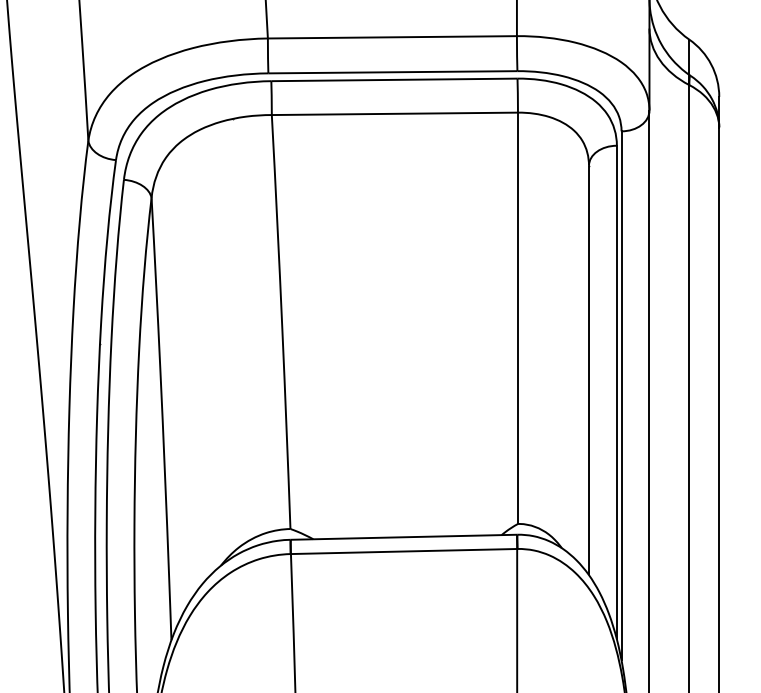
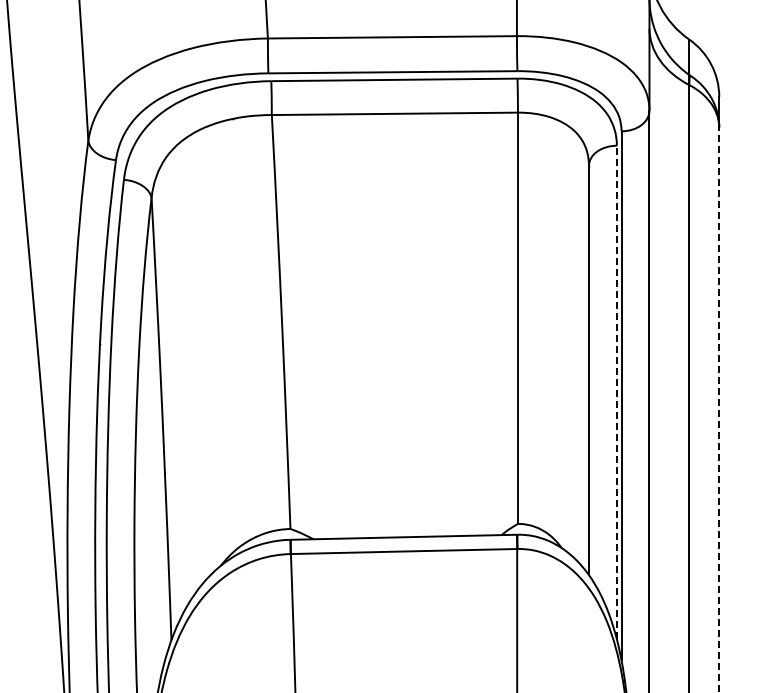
line at (616, 392): solid -> dashed
line at (719, 409): solid -> dashed
